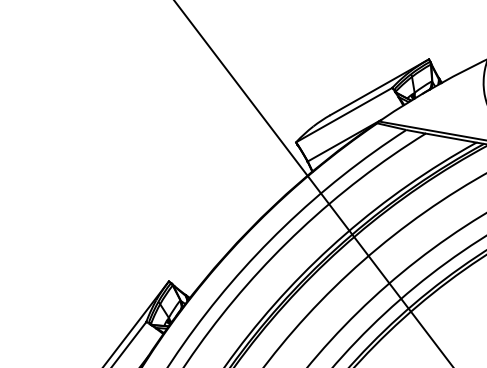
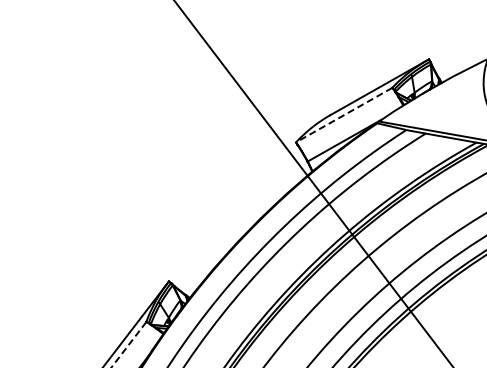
line at (343, 115): solid -> dashed
line at (128, 344): solid -> dashed
